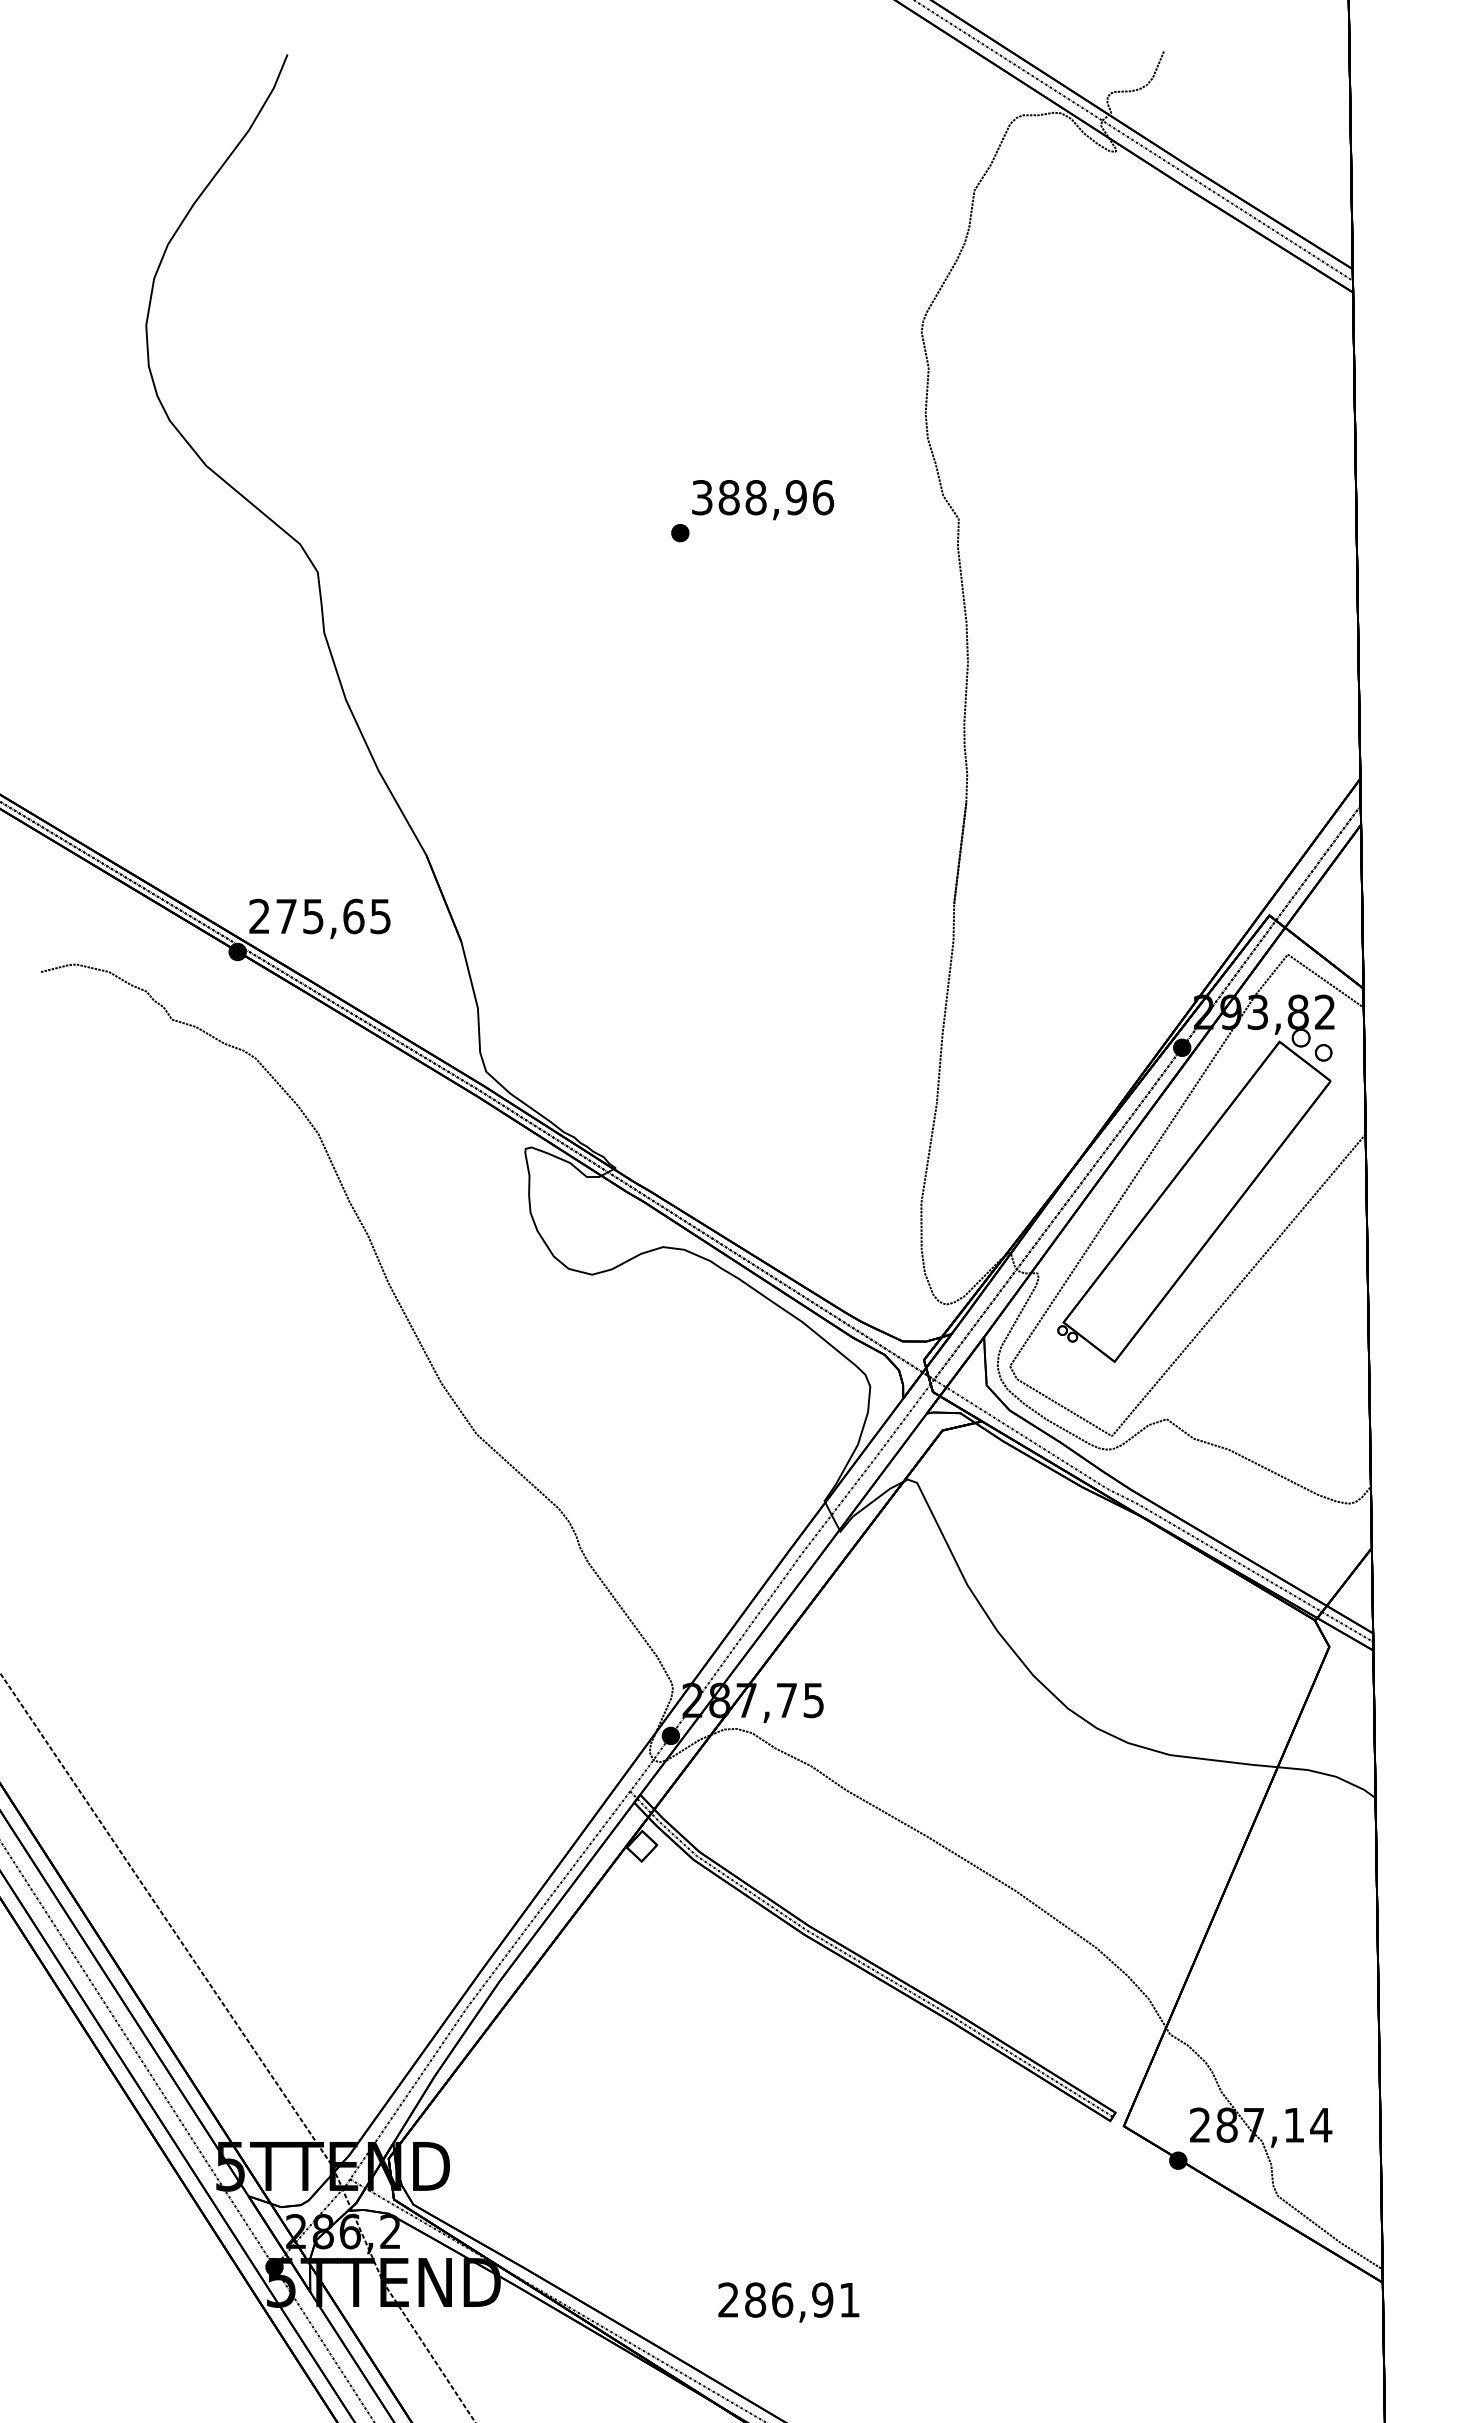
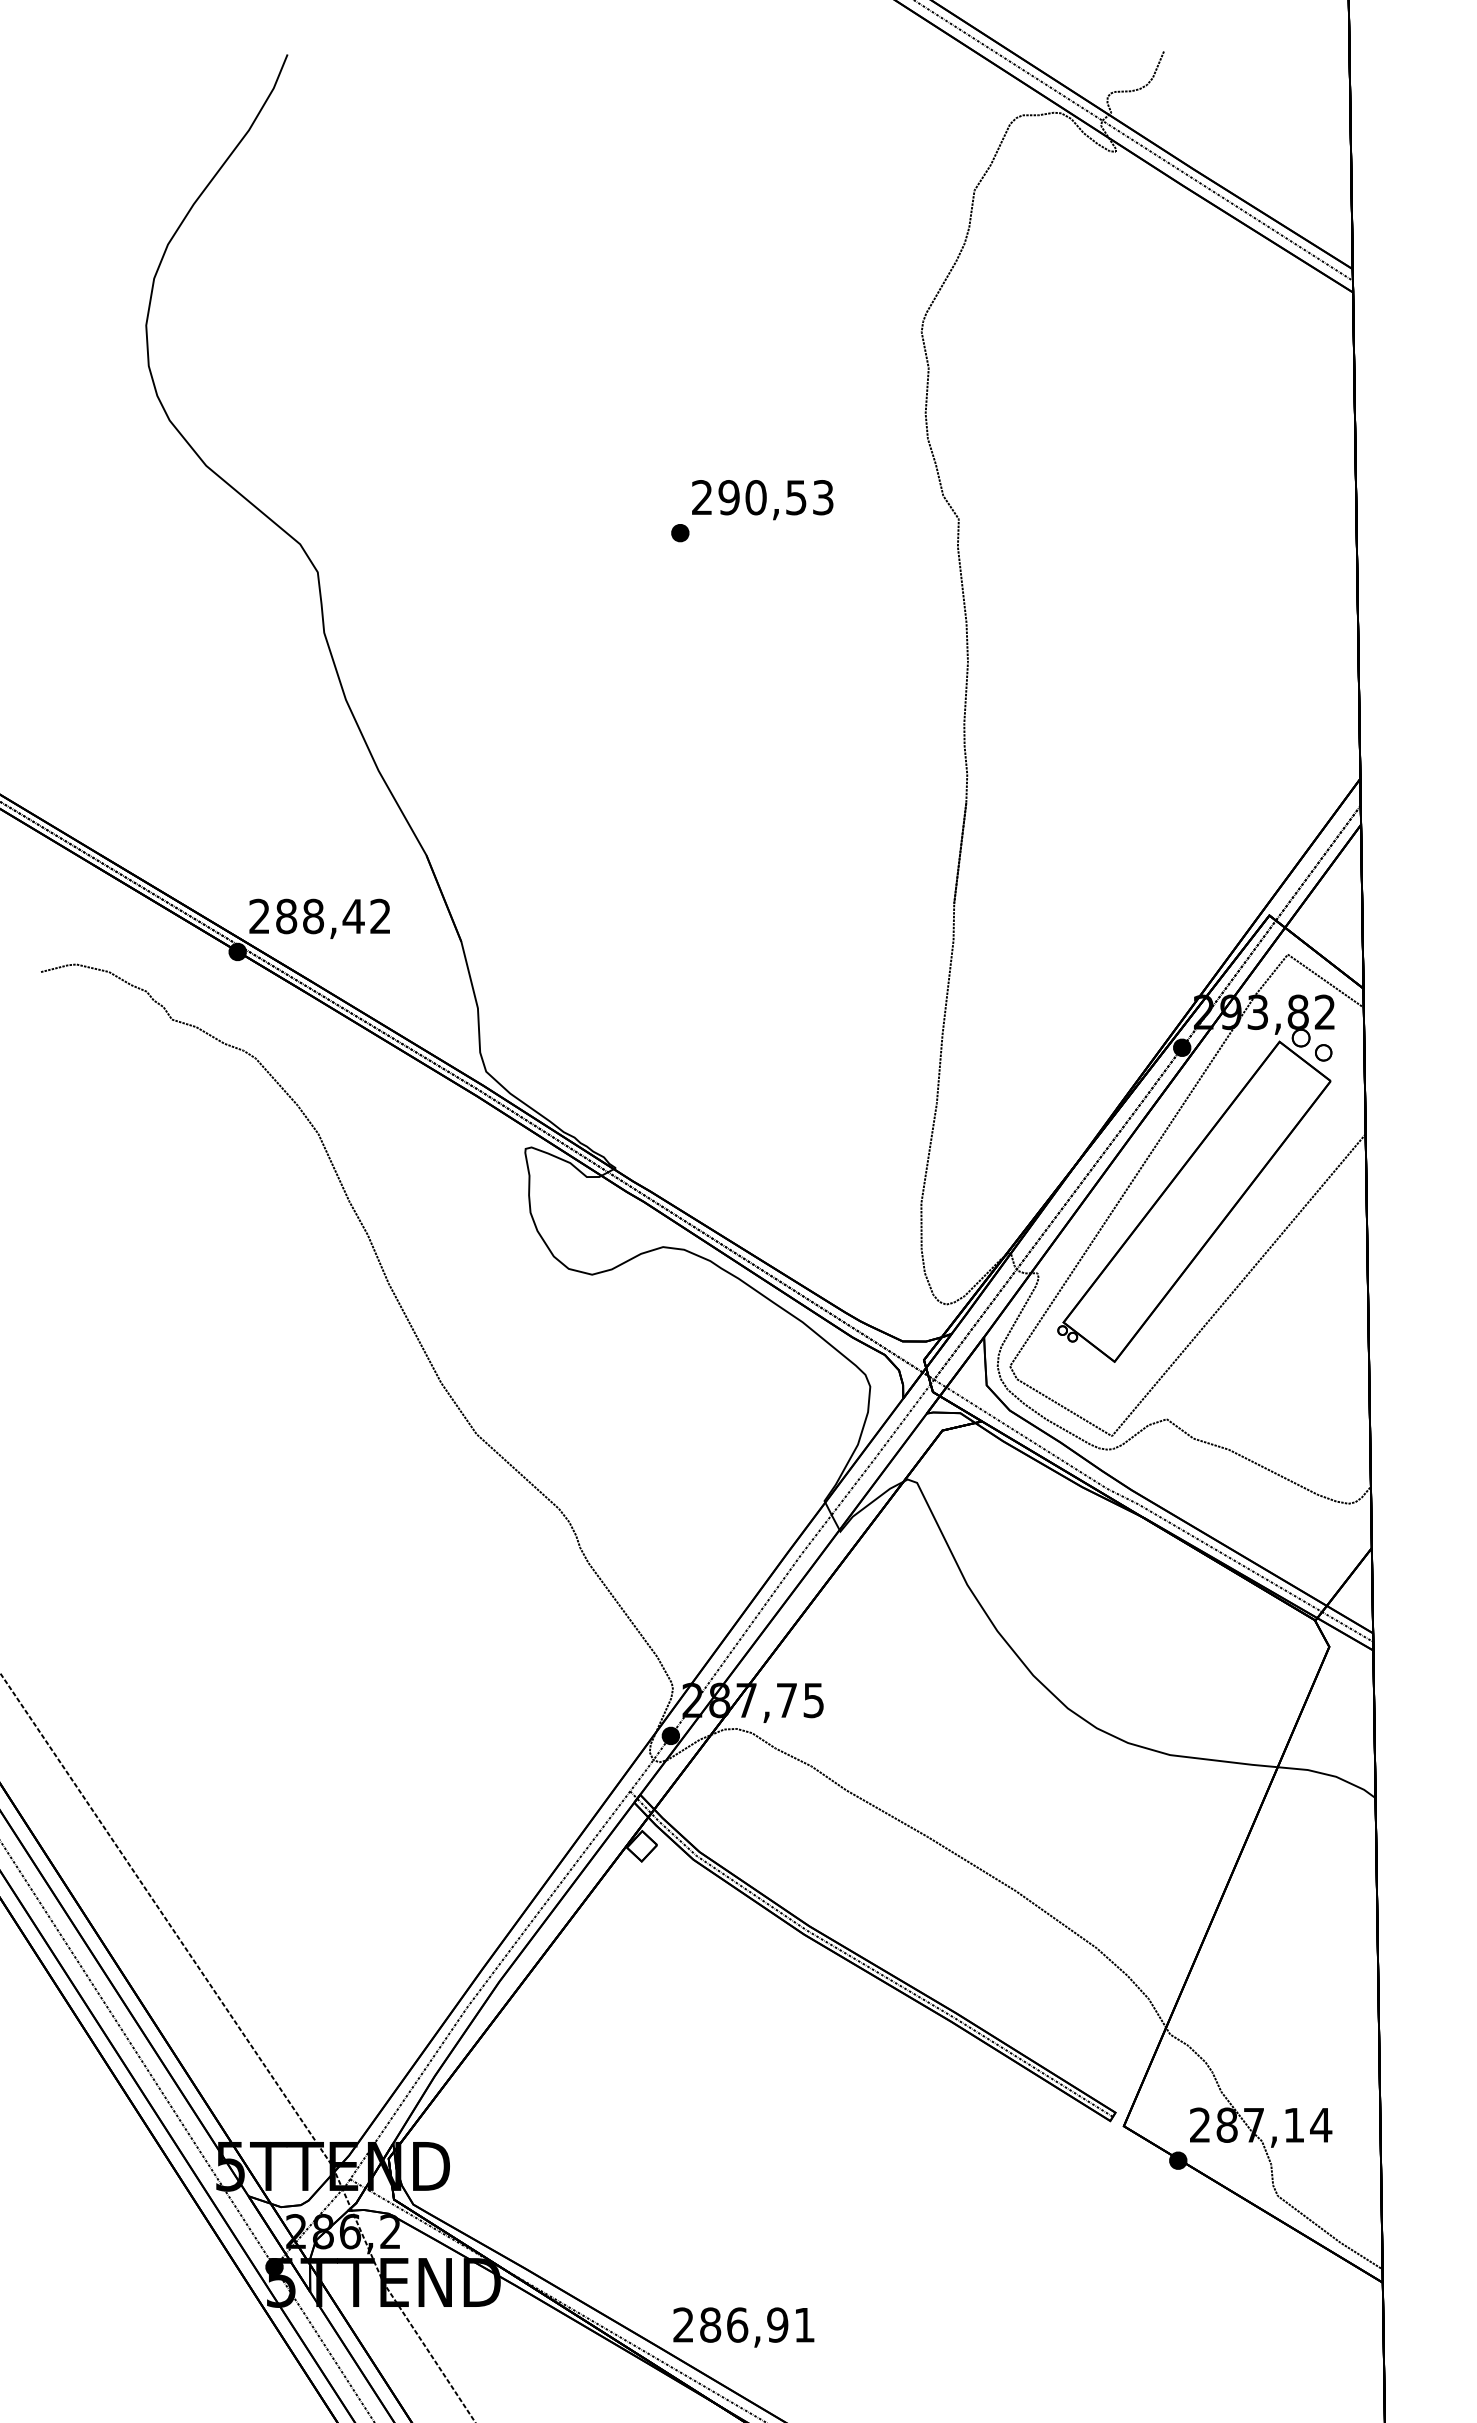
text at (763, 497): 388,96 -> 290,53
text at (333, 916): 275,65 -> 288,42
text at (788, 2302) position: (788, 2302) -> (743, 2327)
